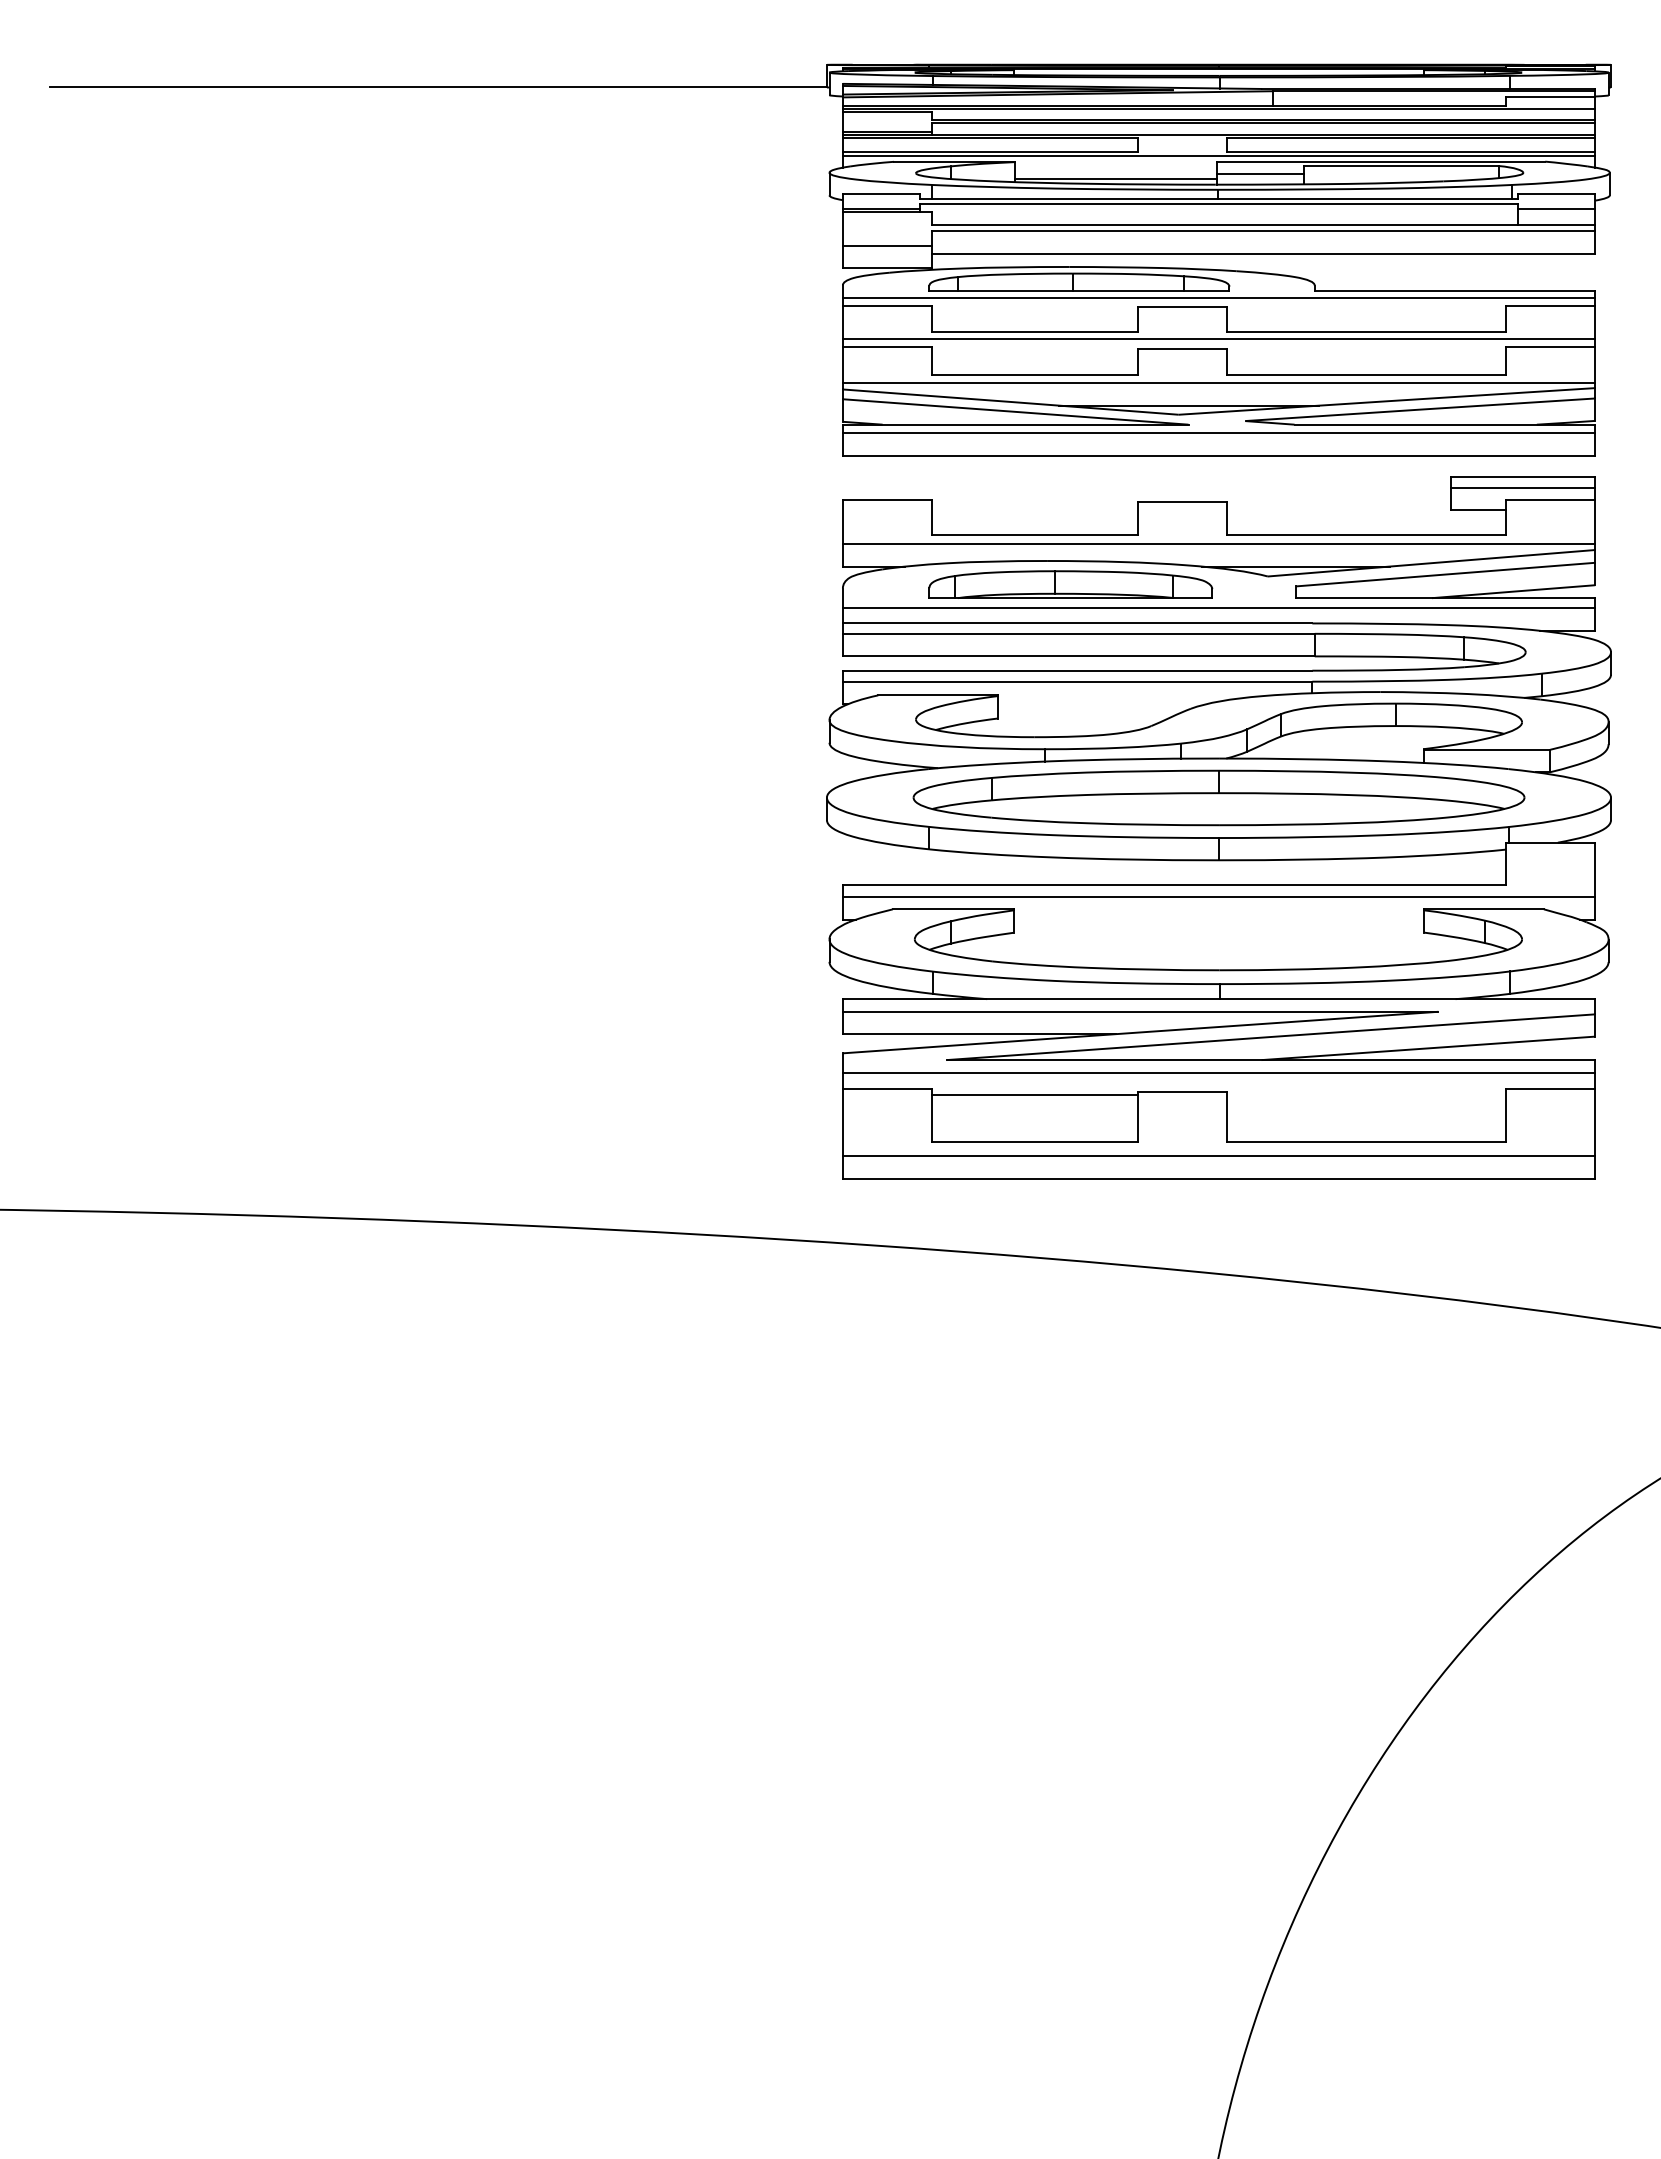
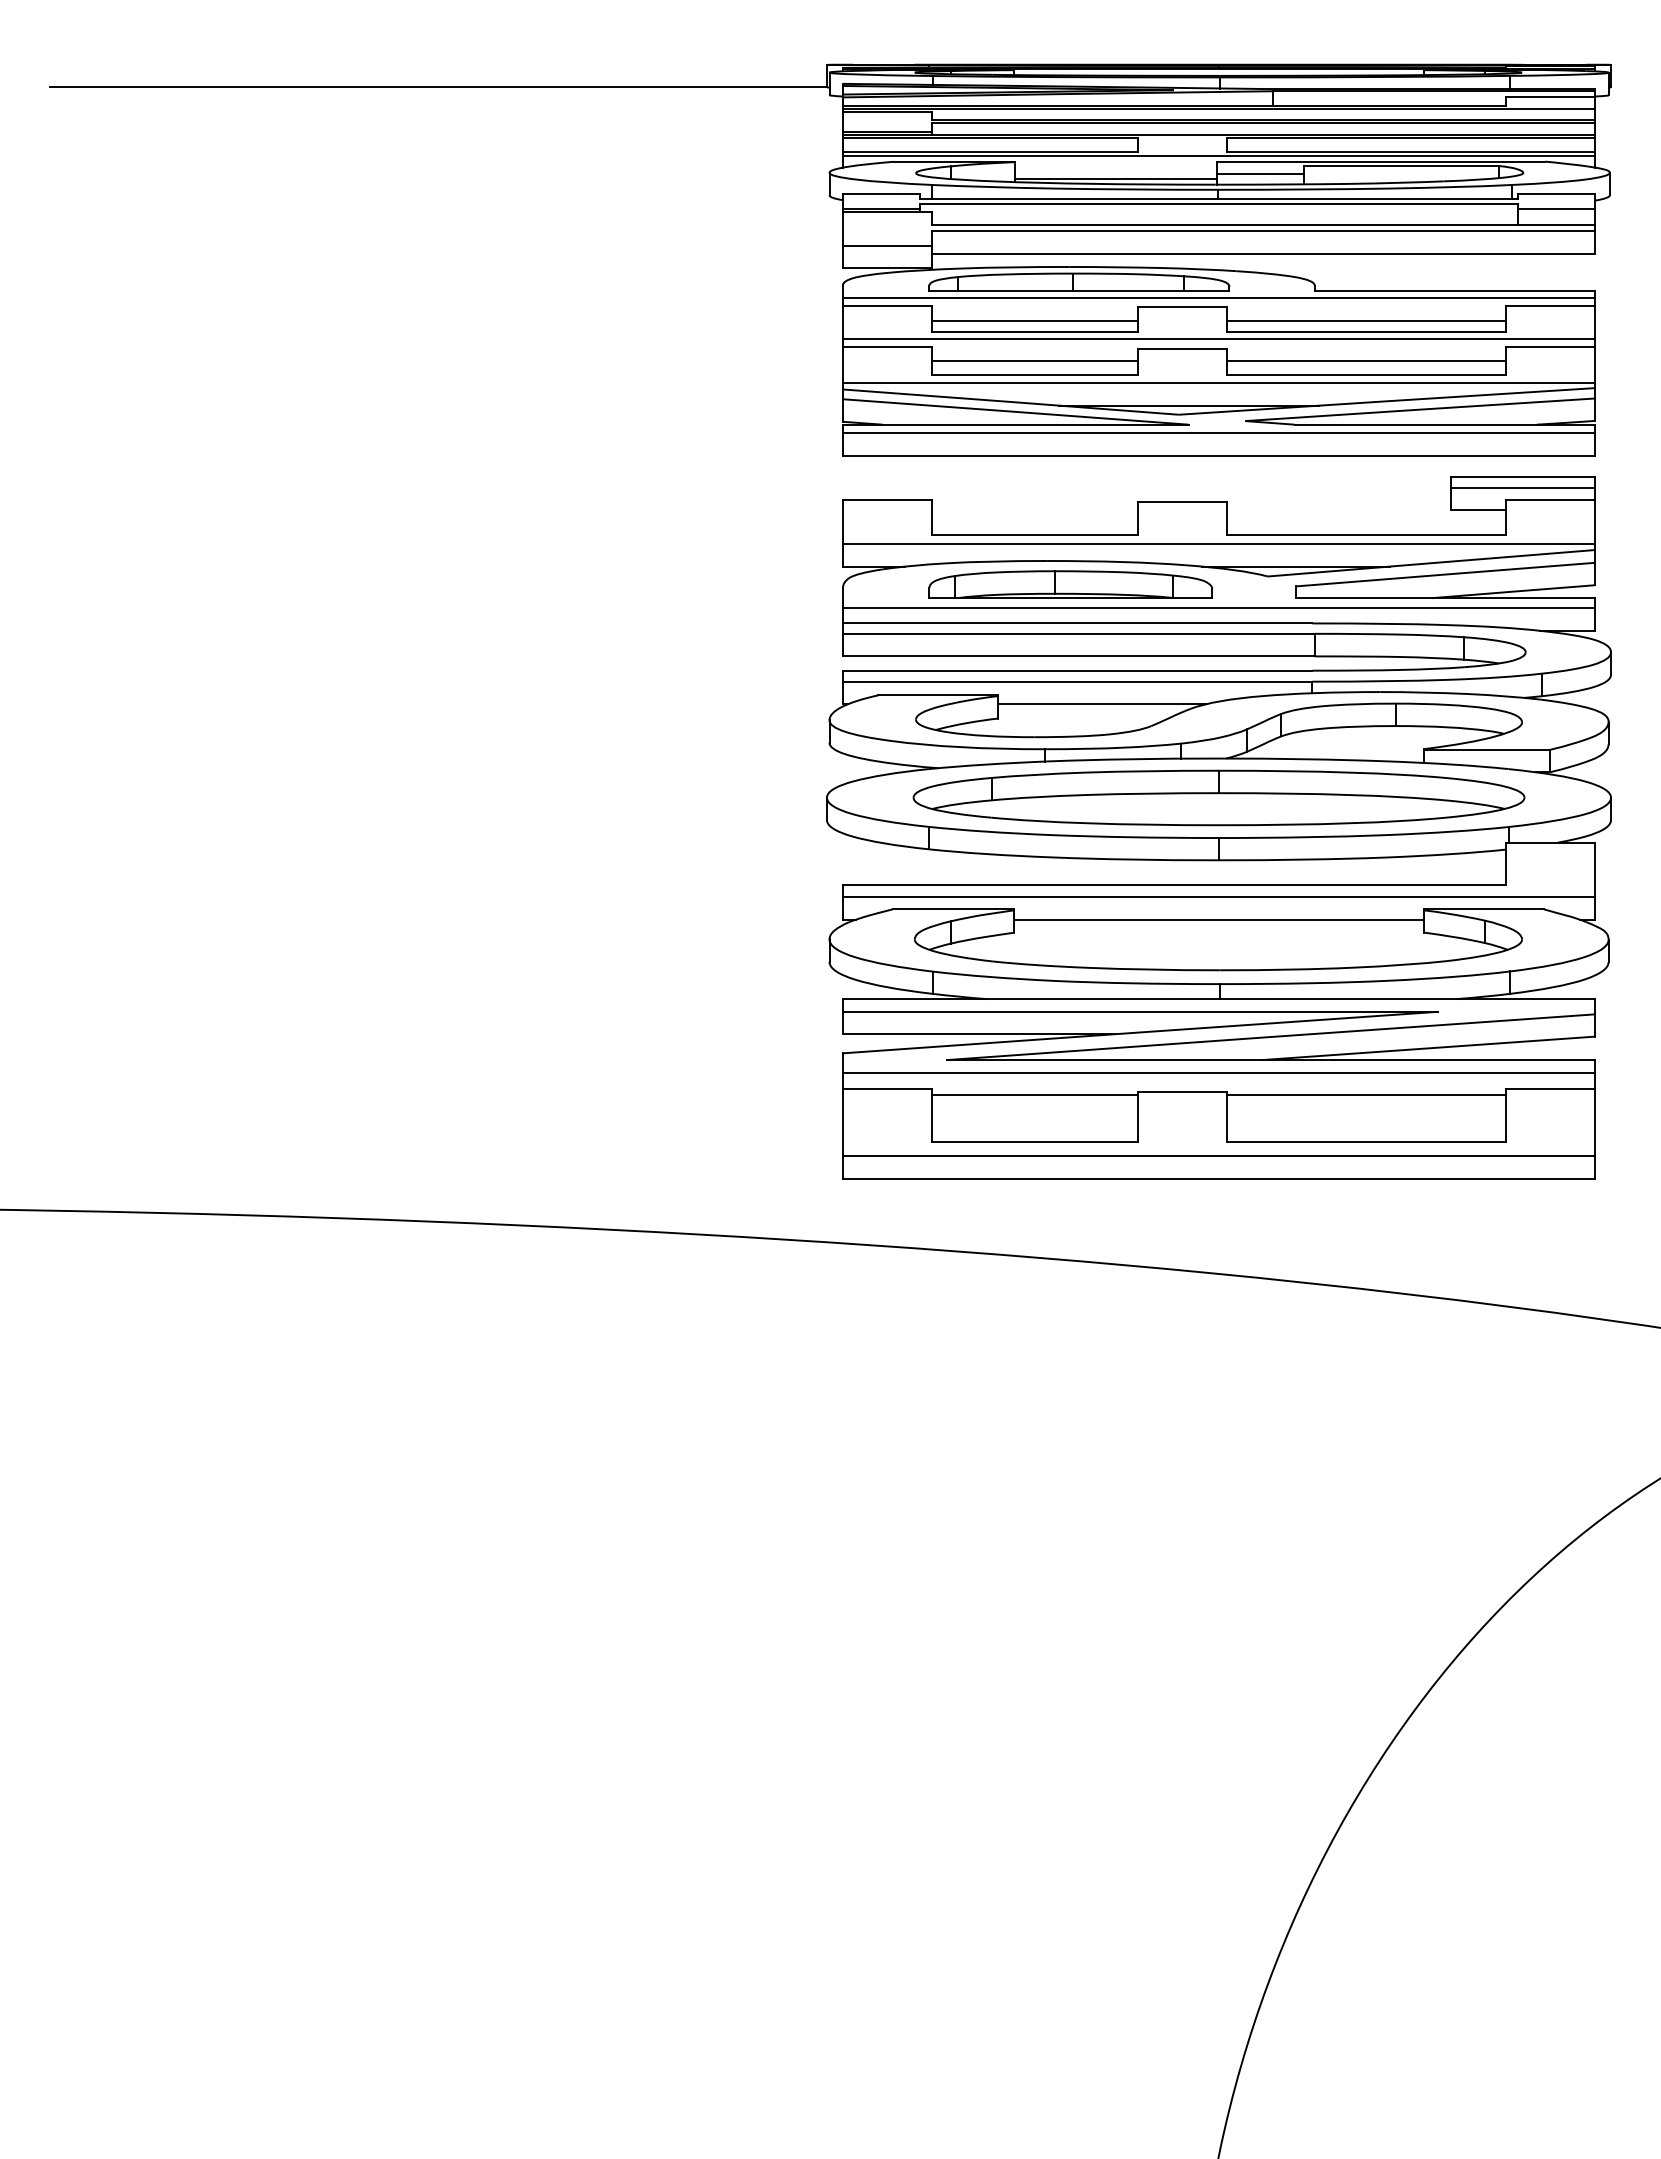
line at (1034, 320): none -> present
line at (1366, 320): none -> present
line at (1034, 361): none -> present
line at (1366, 361): none -> present
line at (1101, 704): none -> present
line at (1218, 919): none -> present
line at (1366, 1095): none -> present
